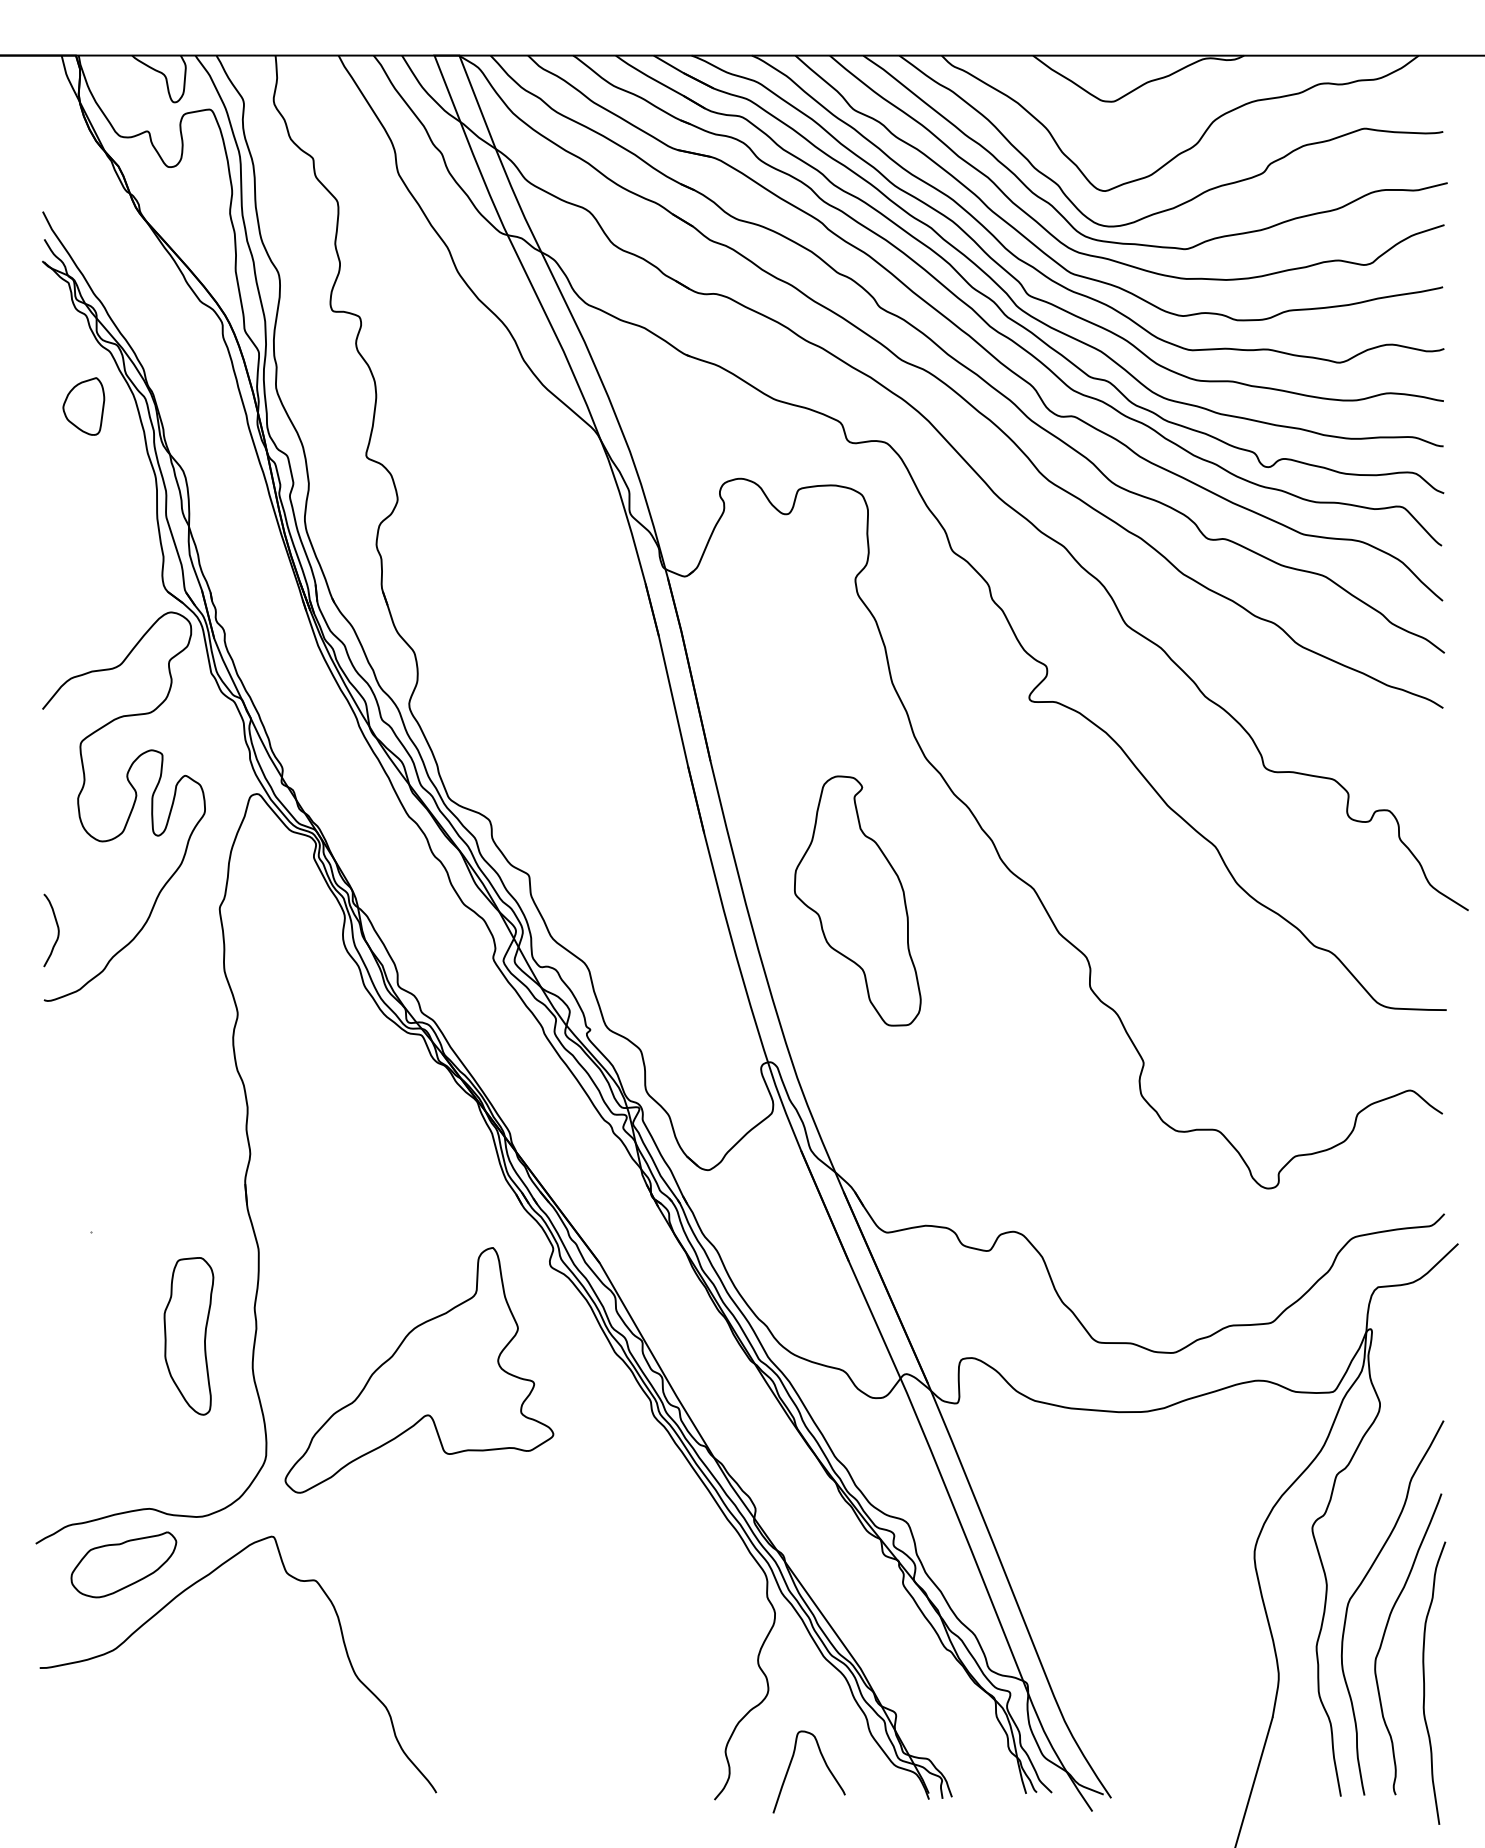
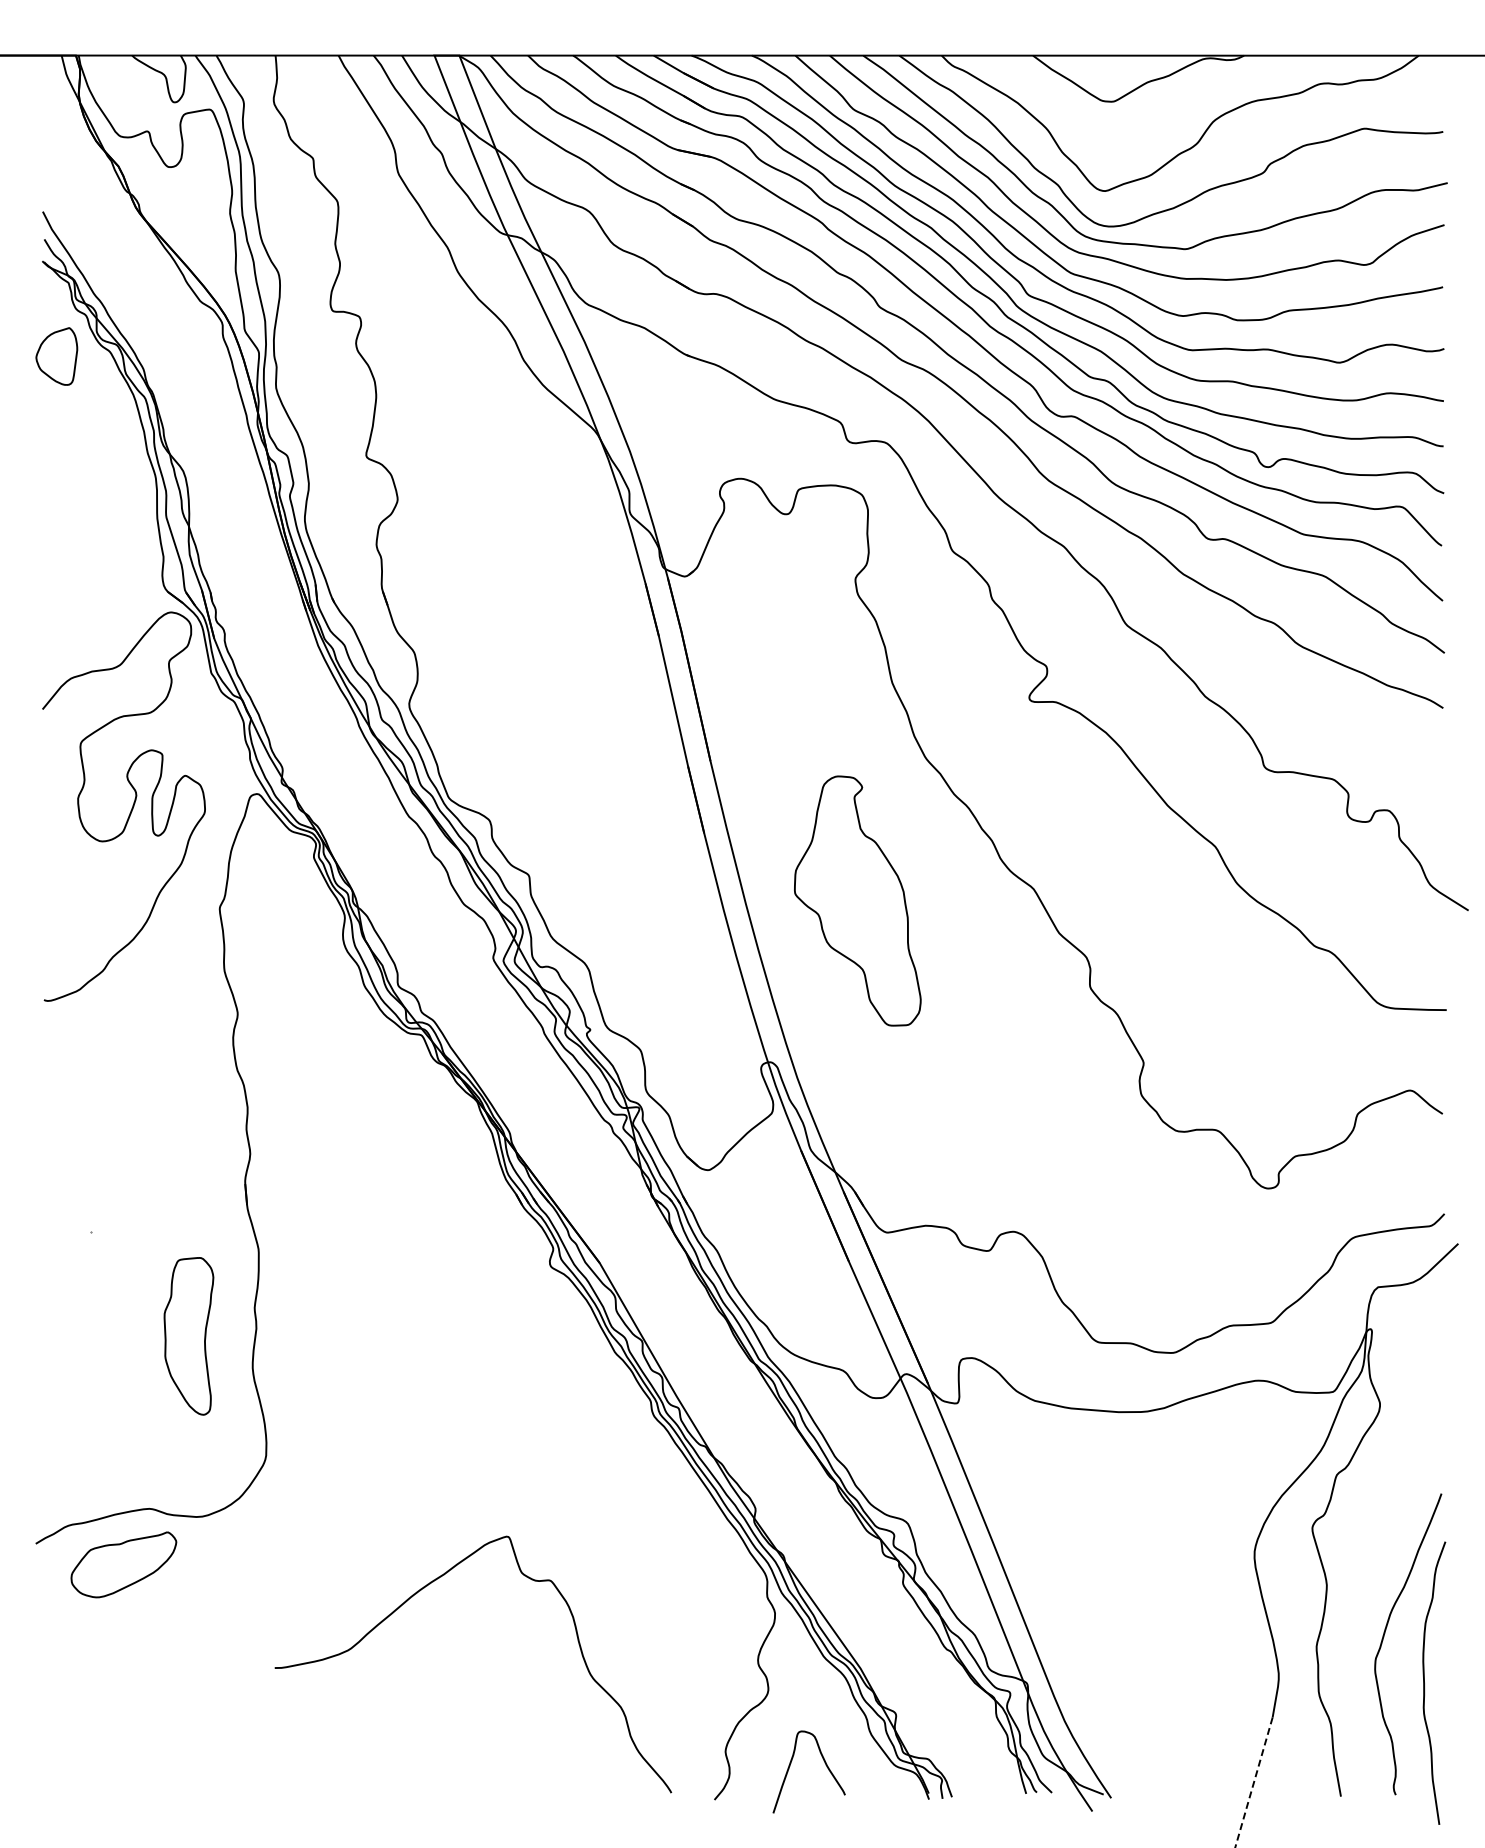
part at (83, 406) position: (83, 406) -> (56, 356)
curve at (57, 930): present -> none
part at (419, 1370): present -> none
curve at (1360, 1586): present -> none
curve at (185, 1591) position: (185, 1591) -> (420, 1591)
line at (1253, 1782): solid -> dashed
